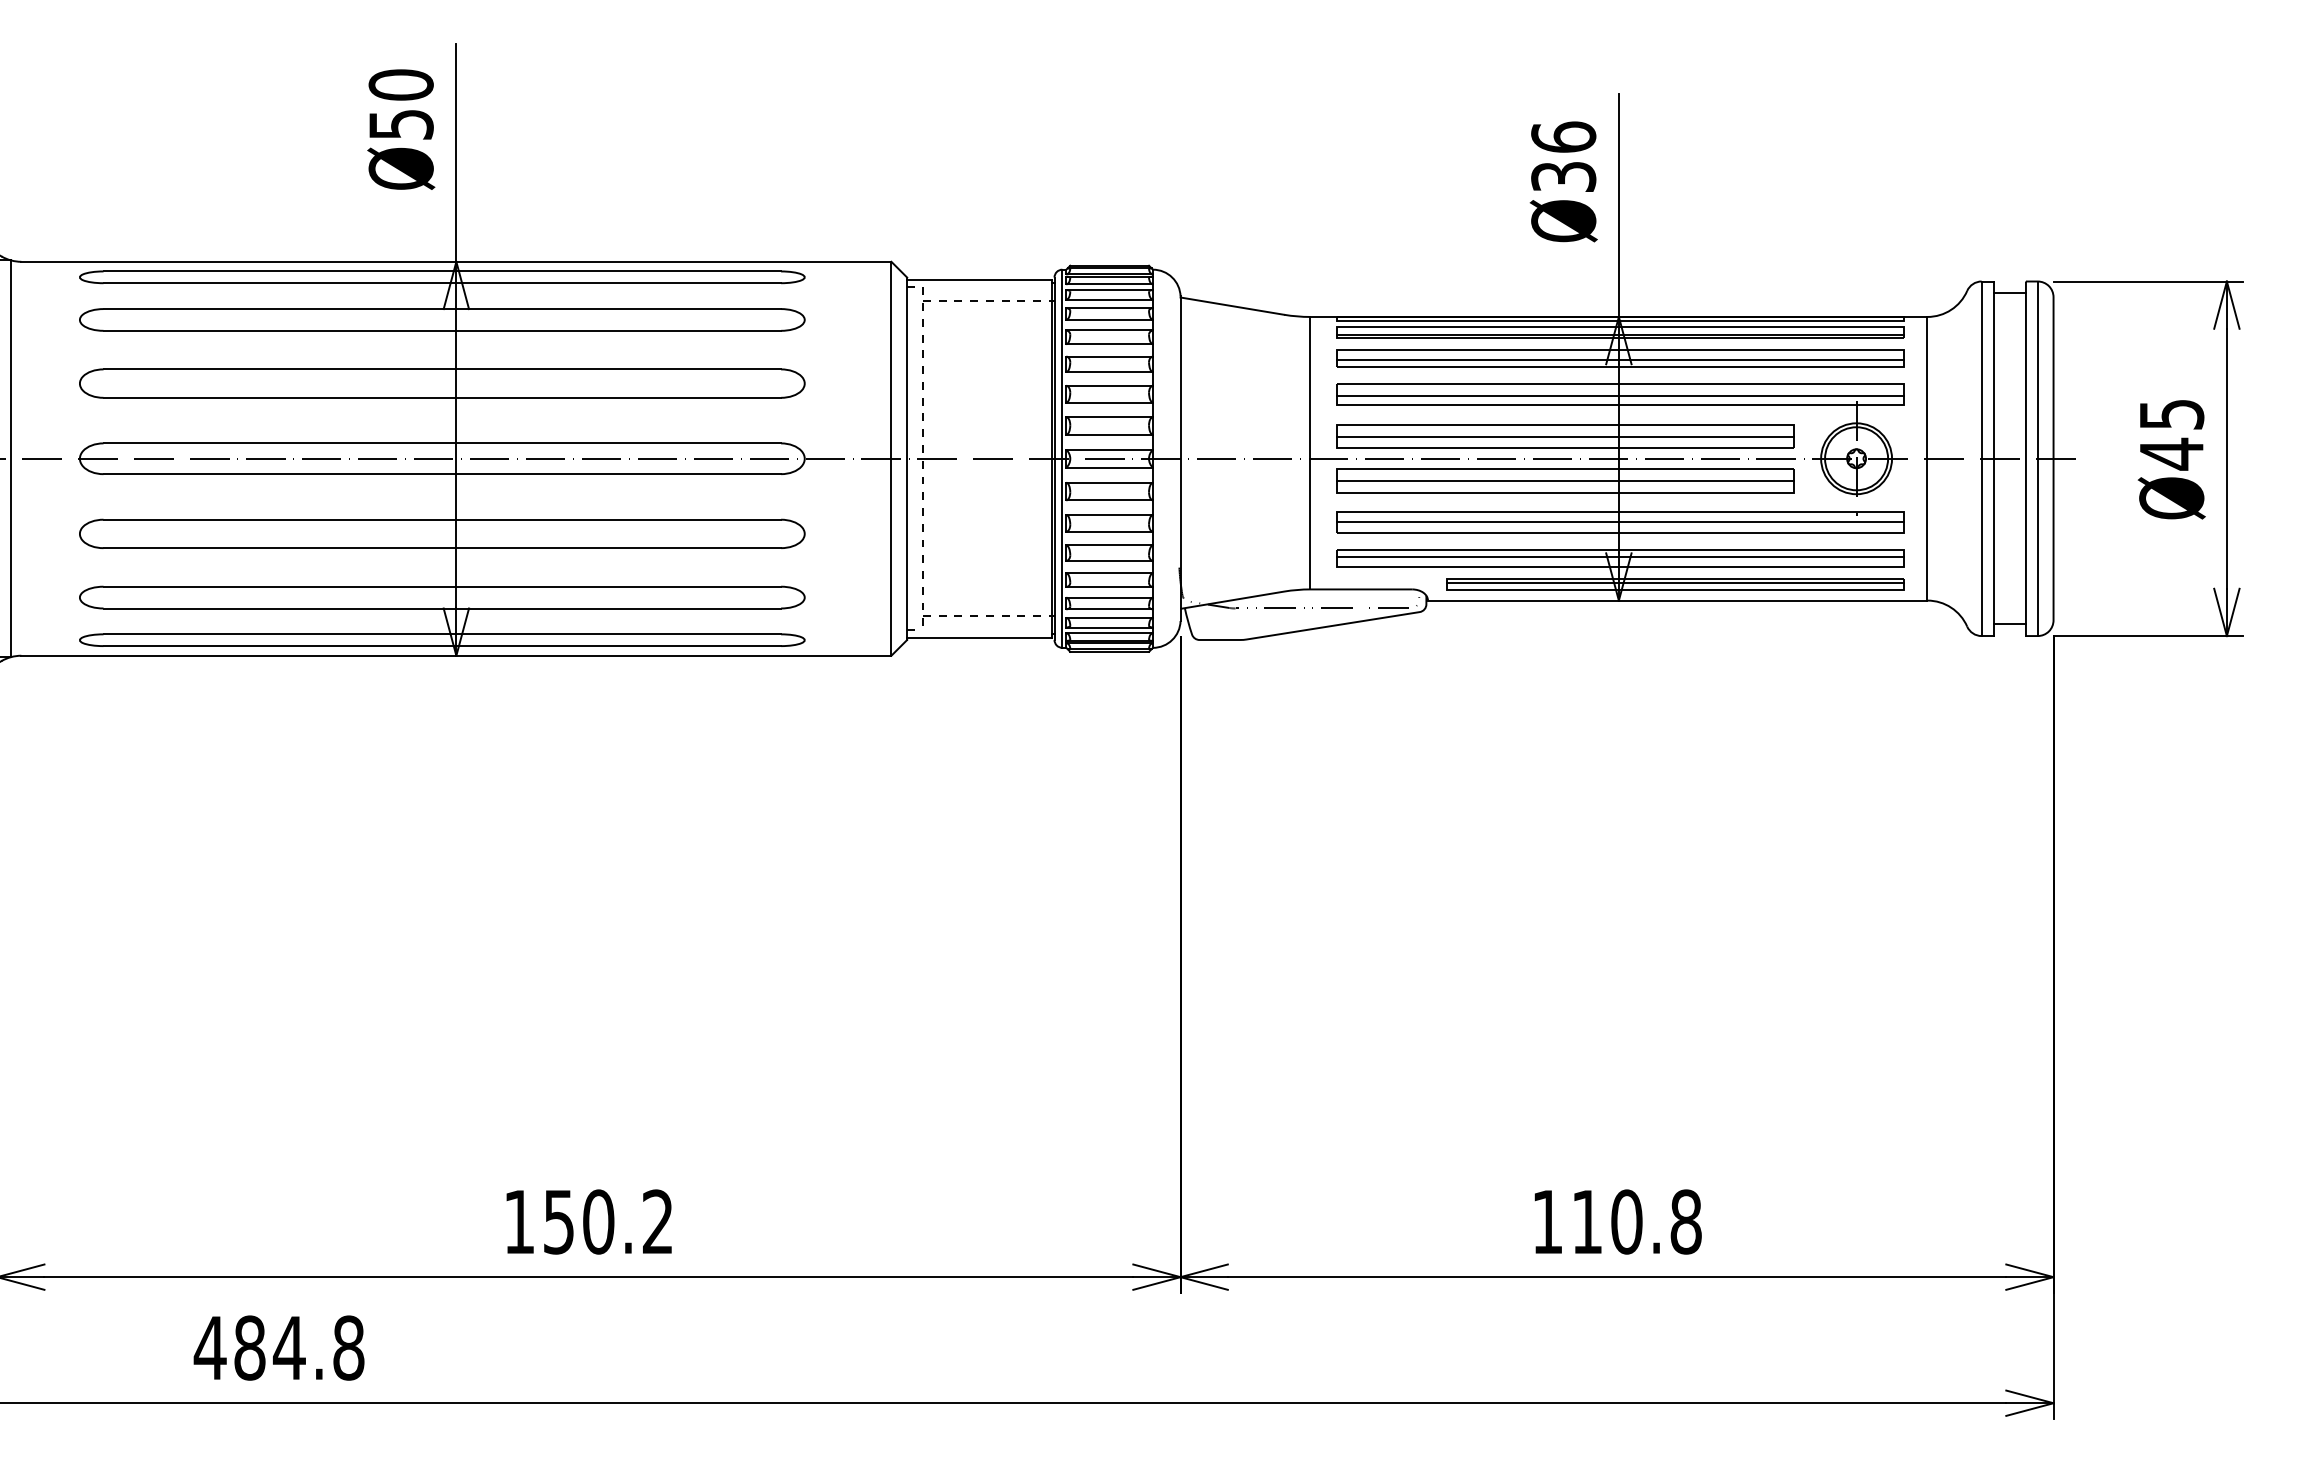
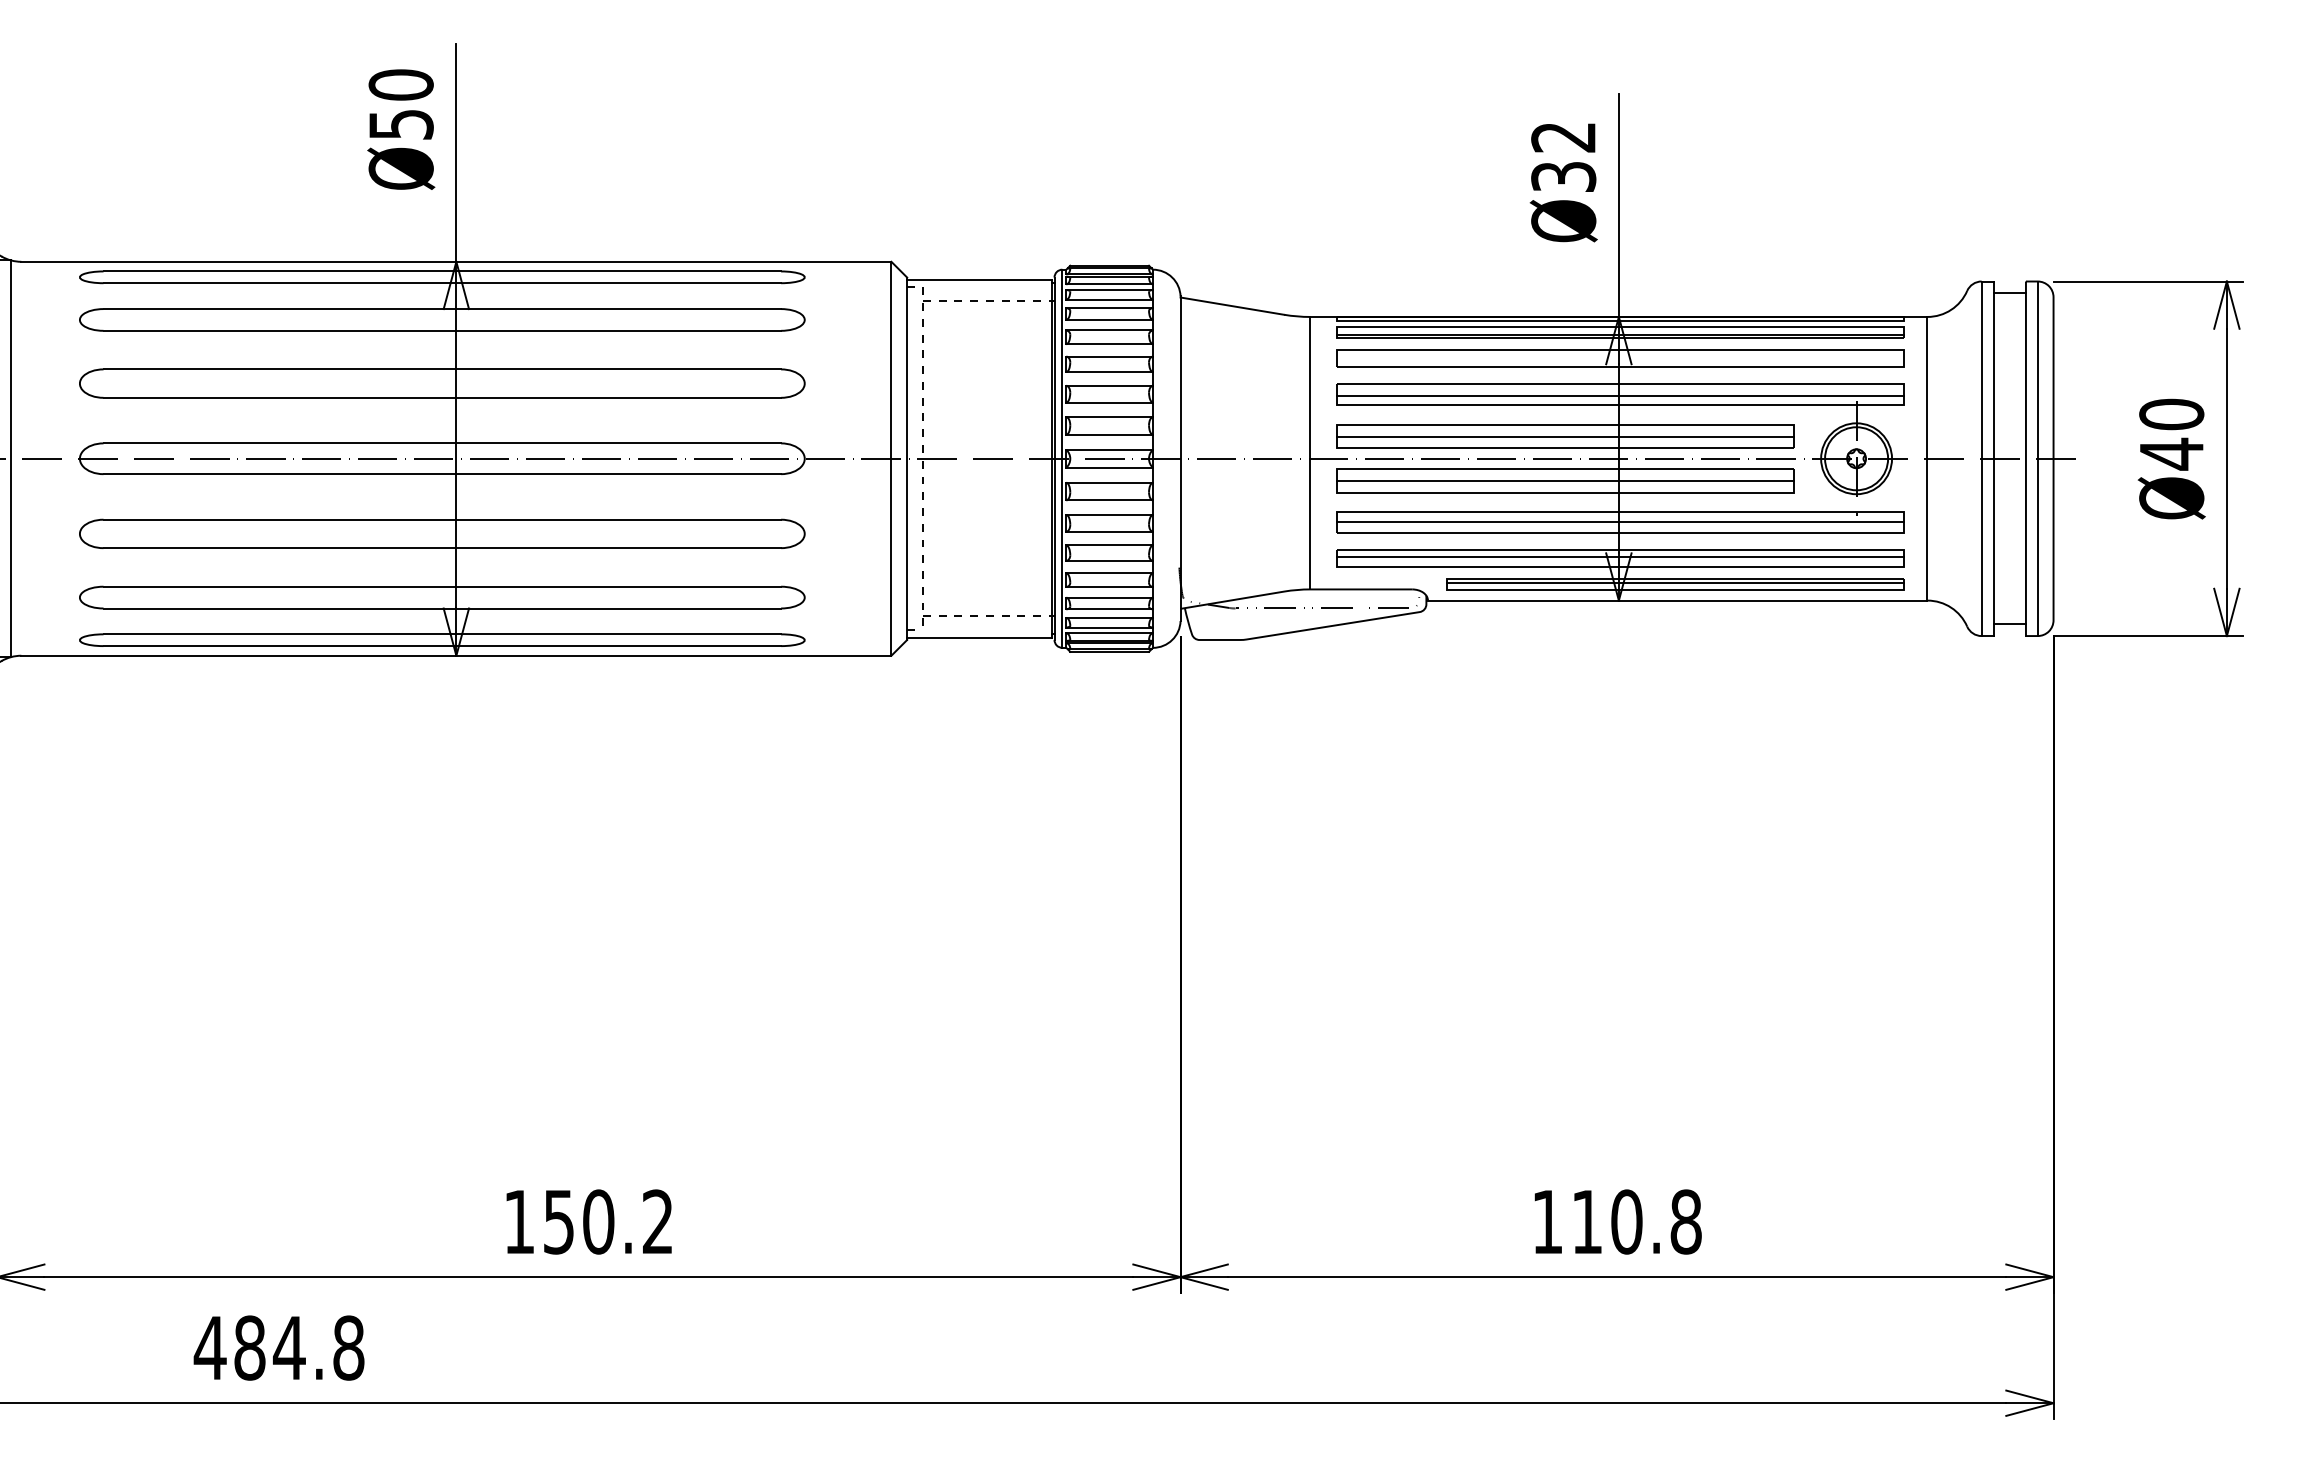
text at (1563, 136): Ø36 -> Ø32
line at (1619, 360): present -> none
text at (2171, 414): Ø45 -> Ø40
